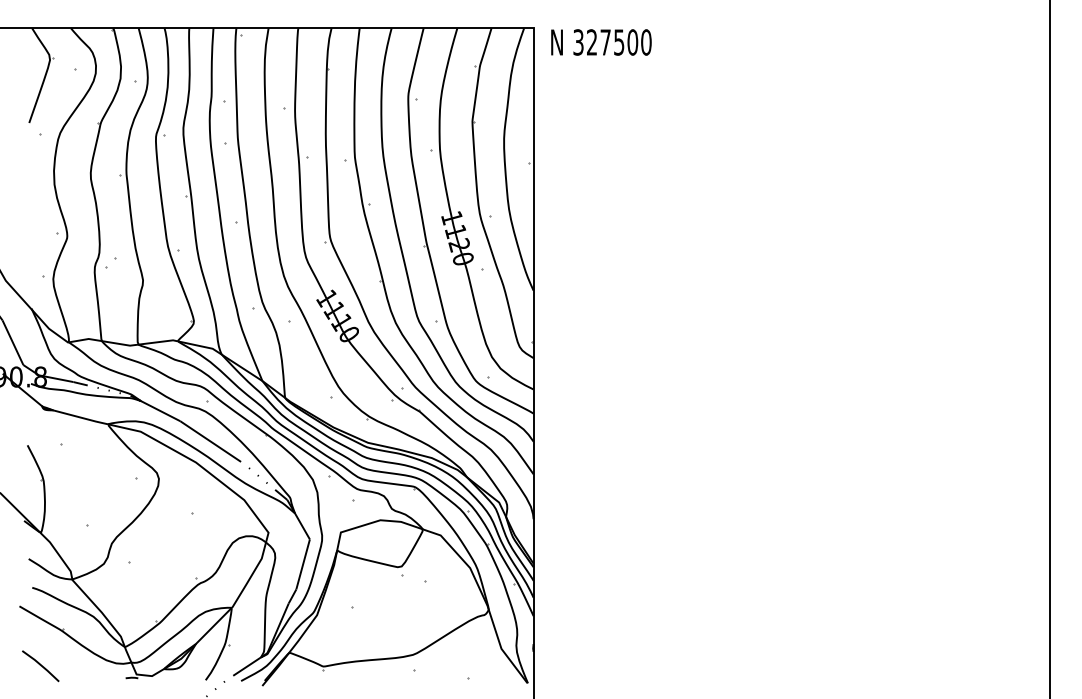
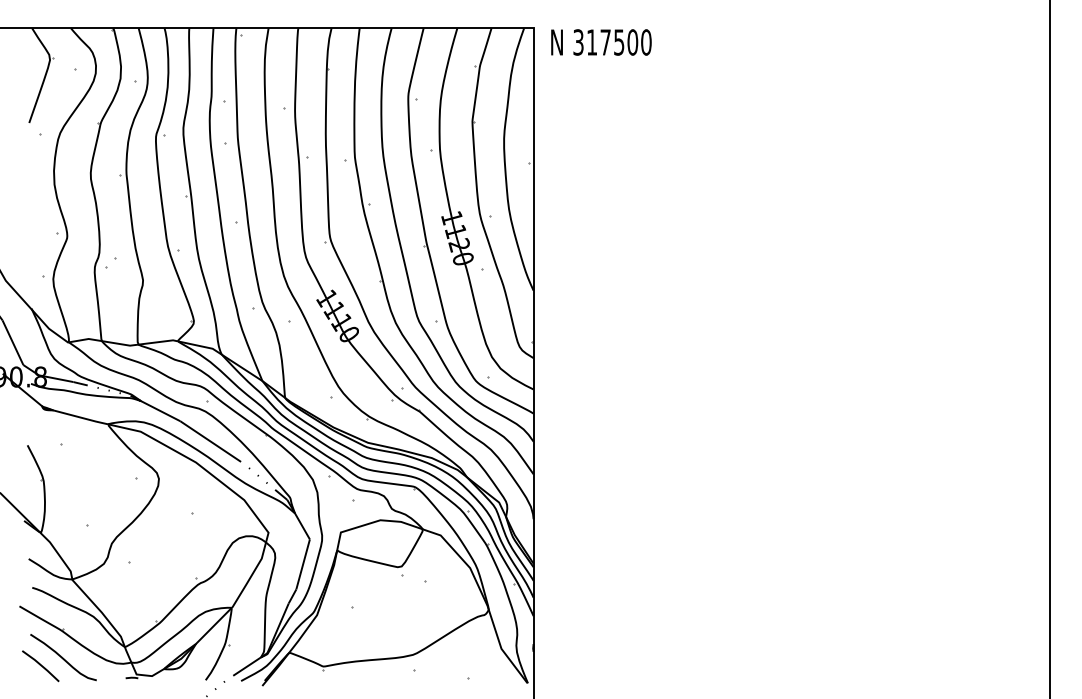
text at (591, 42): 327500 -> 317500
curve at (63, 657): none -> present
